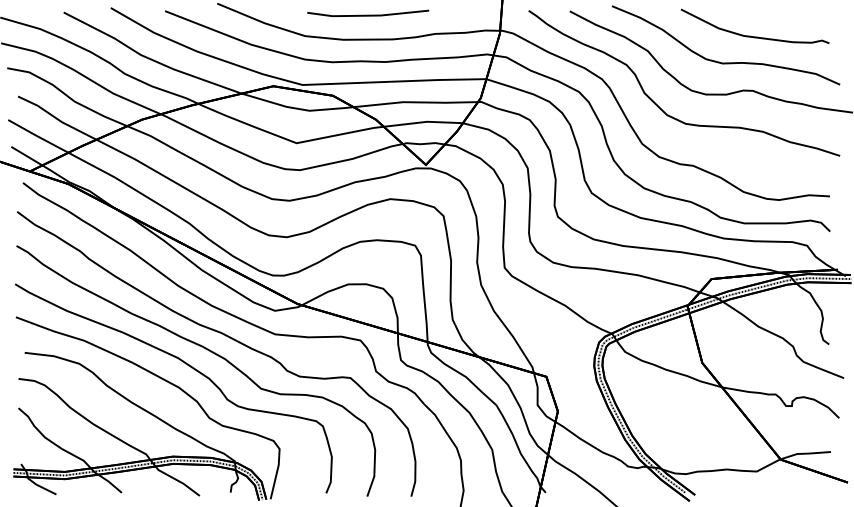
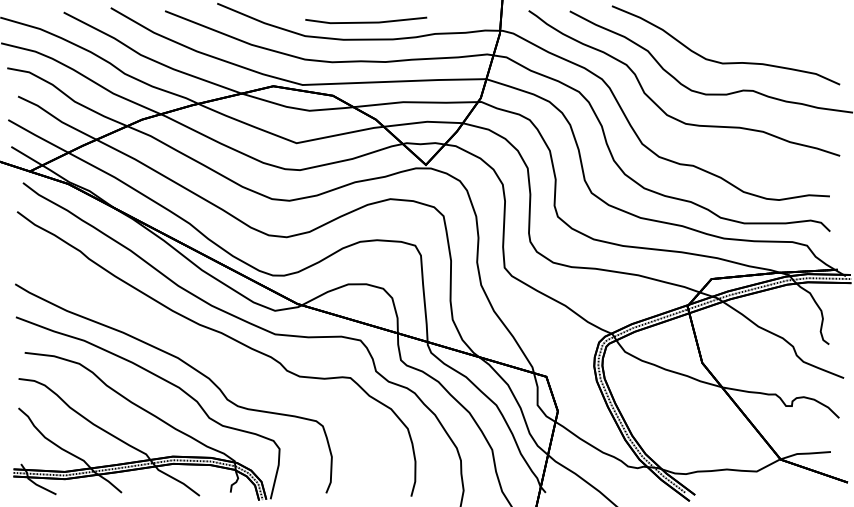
line at (368, 14) position: (368, 14) -> (366, 21)
part at (750, 35): present -> none
part at (210, 352): present -> none
